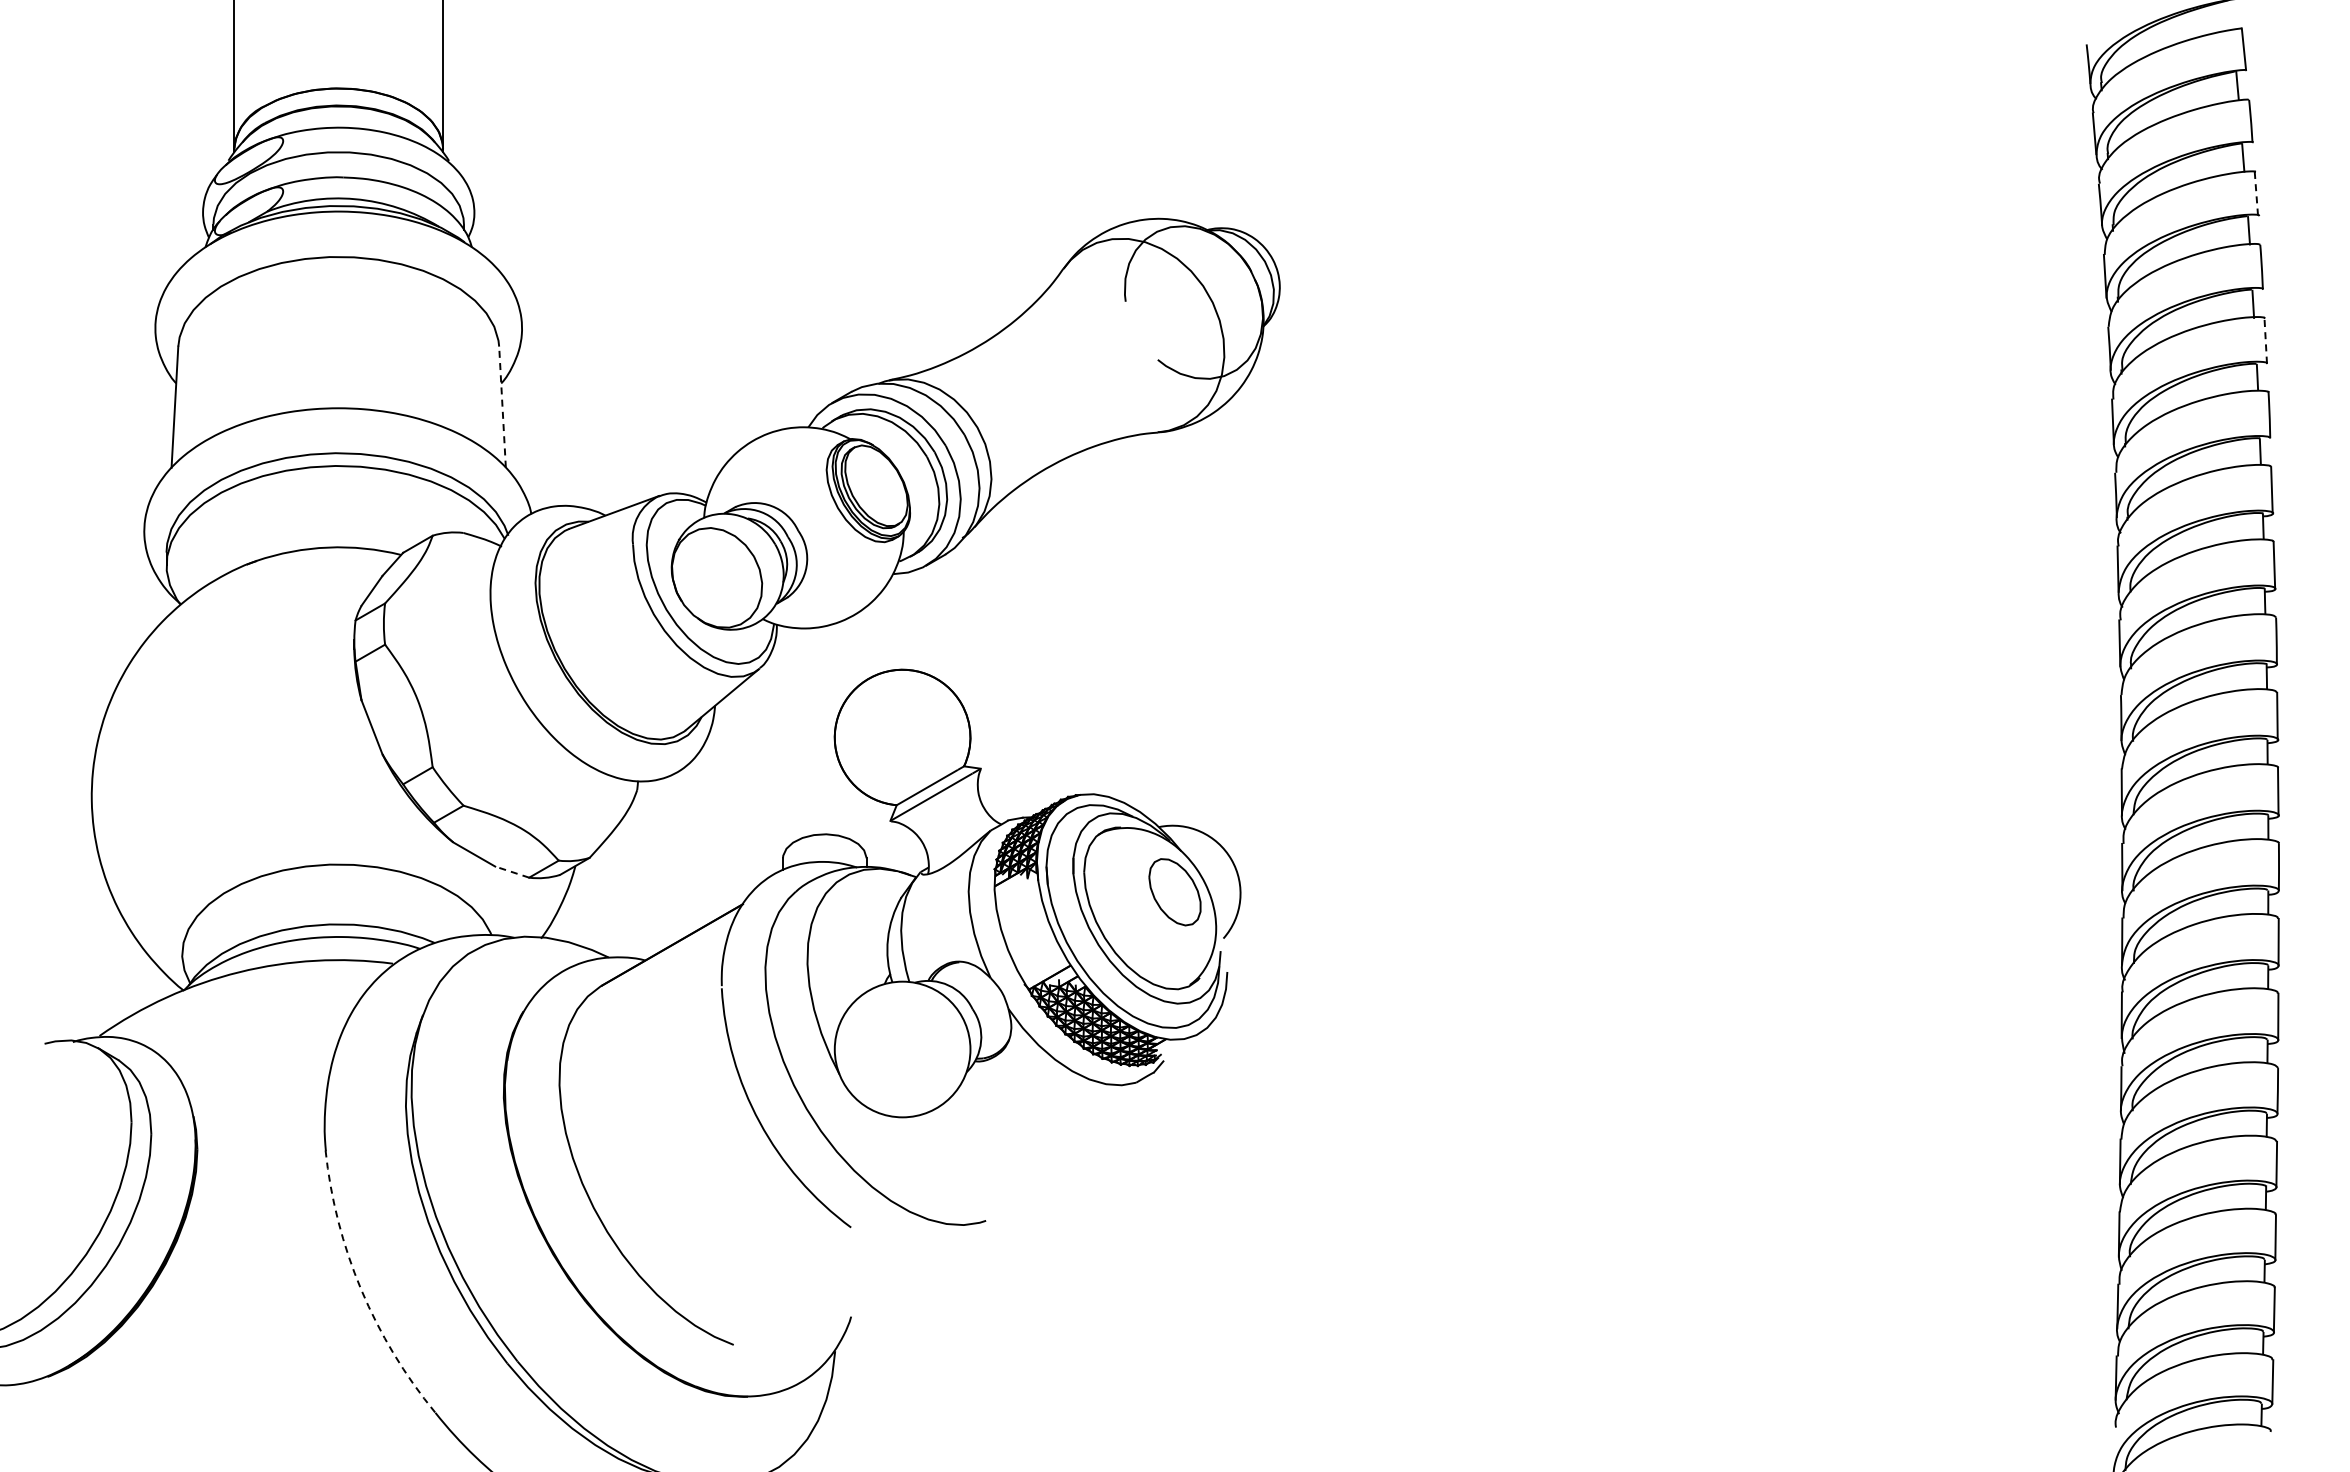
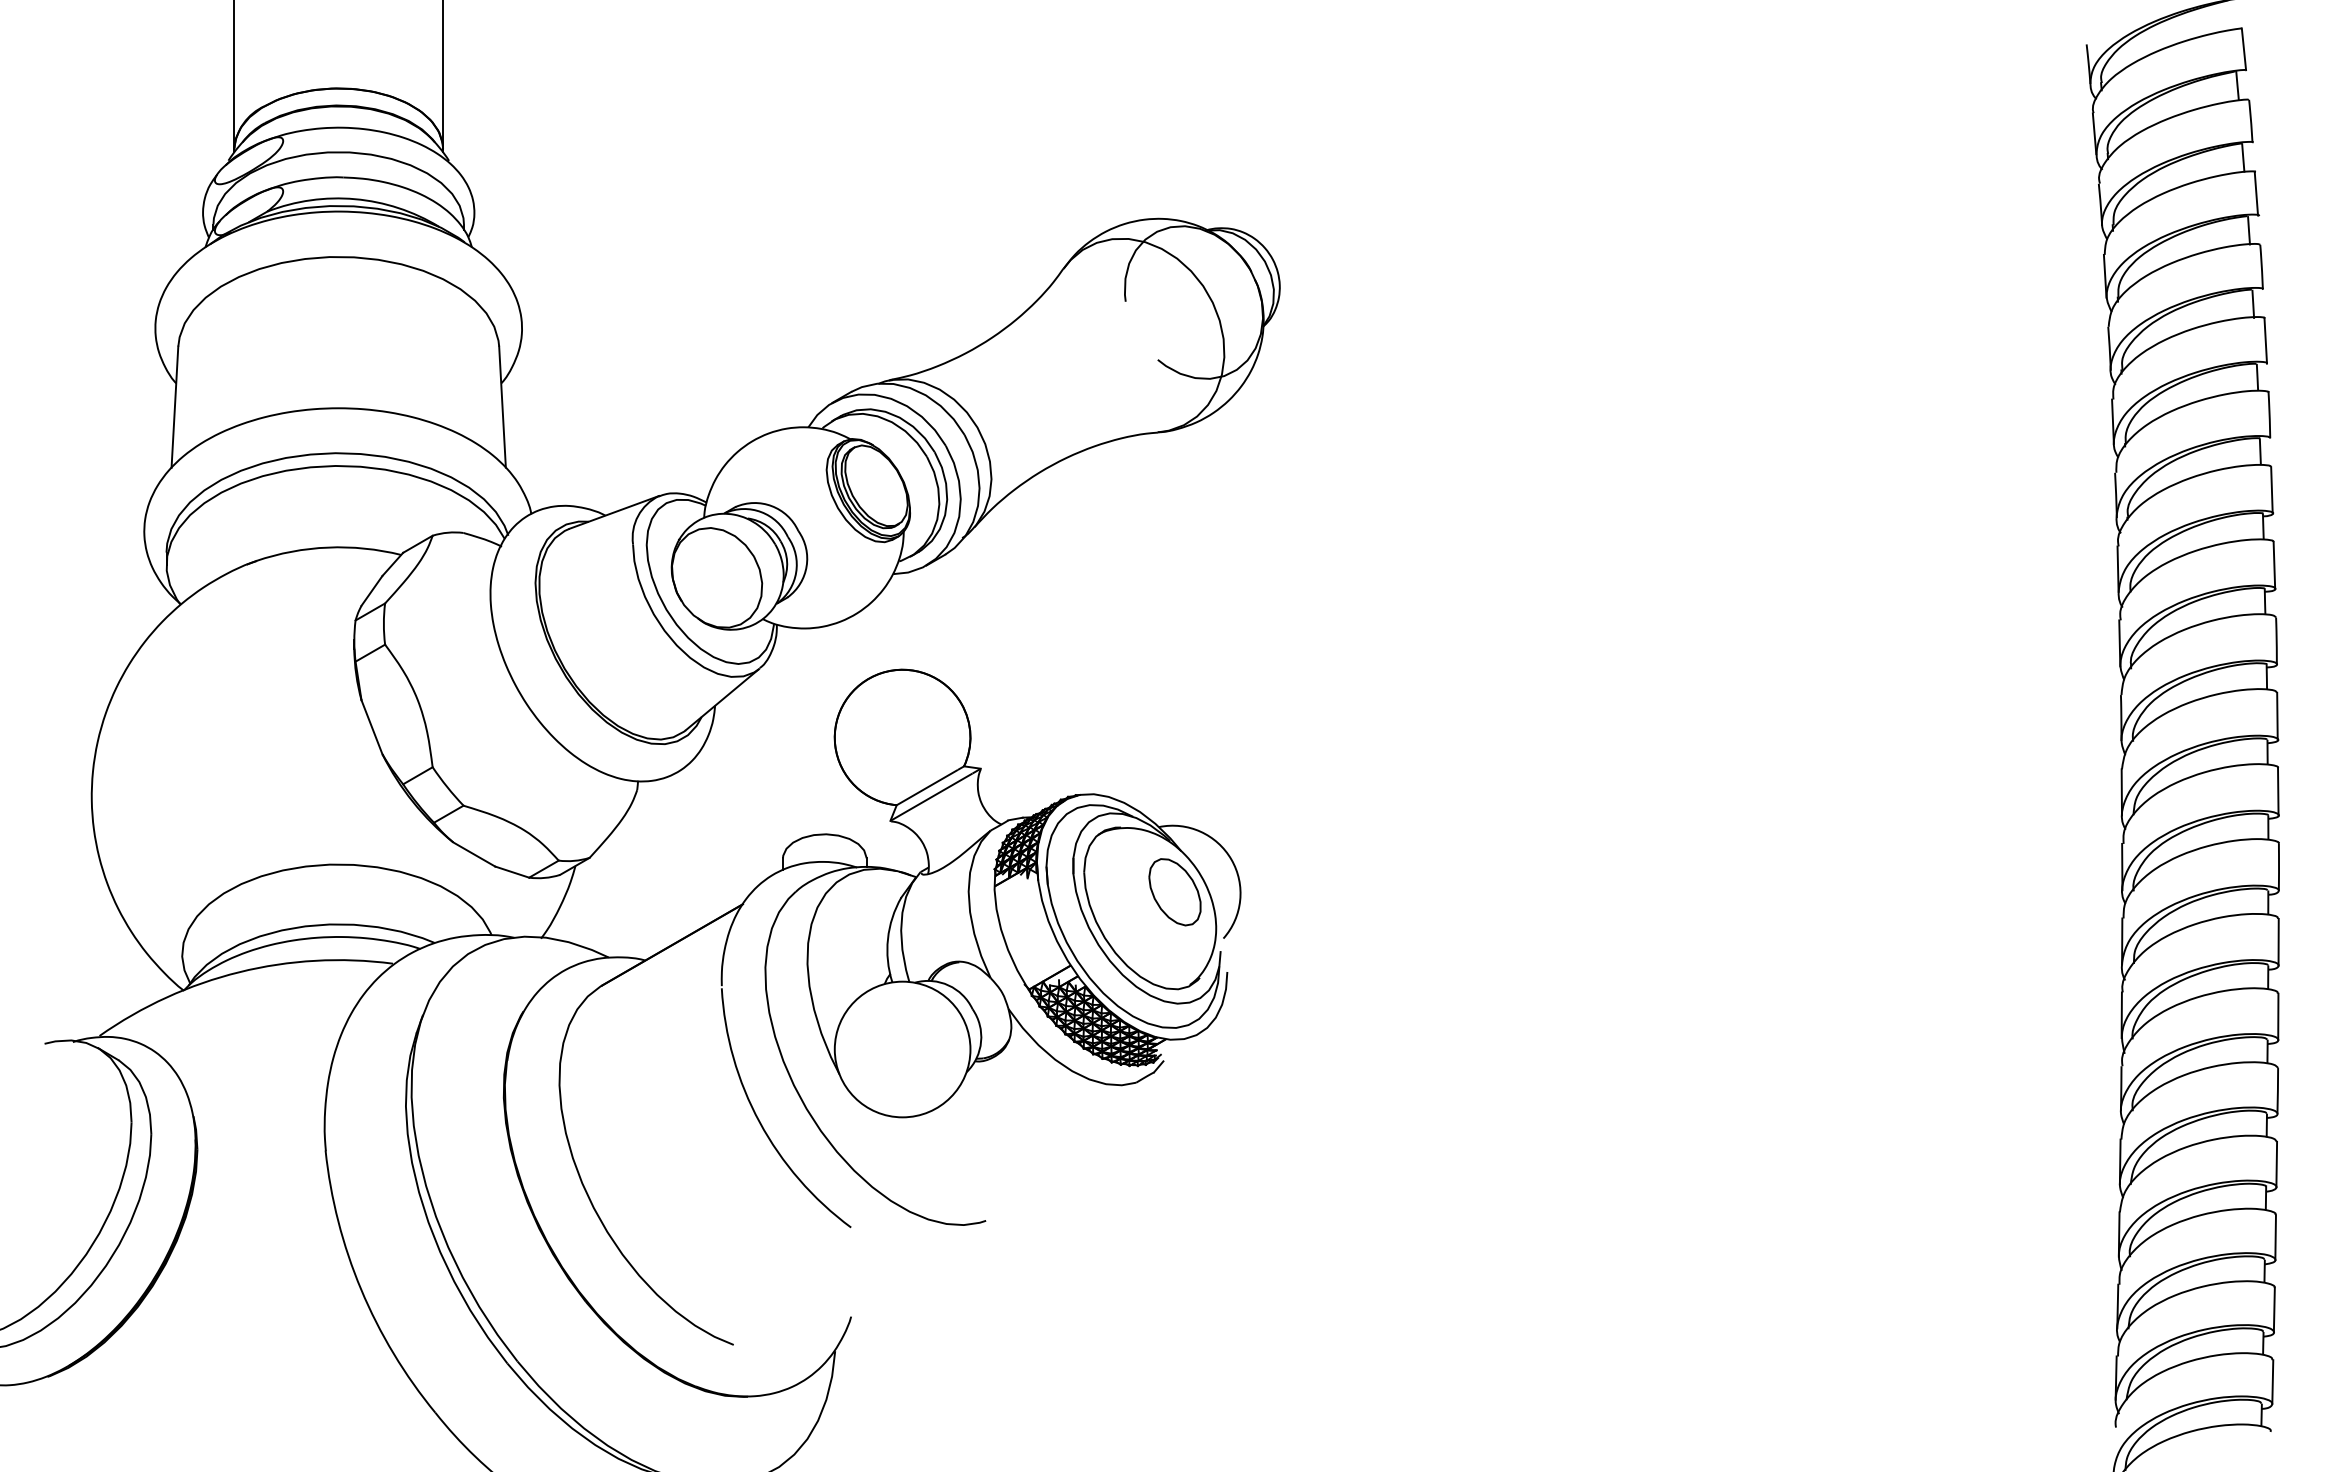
line at (2256, 193): dashed -> solid
line at (2265, 341): dashed -> solid
line at (502, 407): dashed -> solid
line at (512, 872): dashed -> solid
arc at (361, 1289): dashed -> solid
